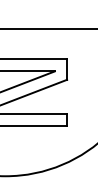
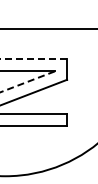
line at (33, 59): solid -> dashed
line at (27, 81): solid -> dashed
